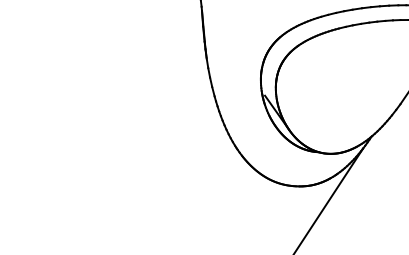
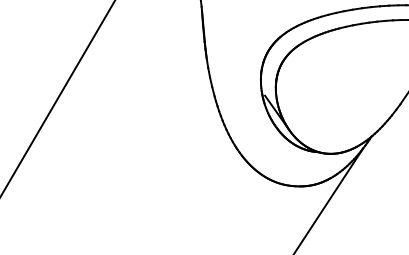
line at (58, 98): none -> present
